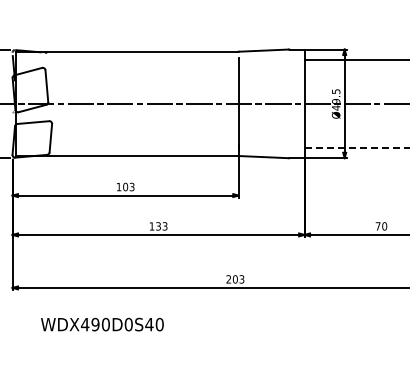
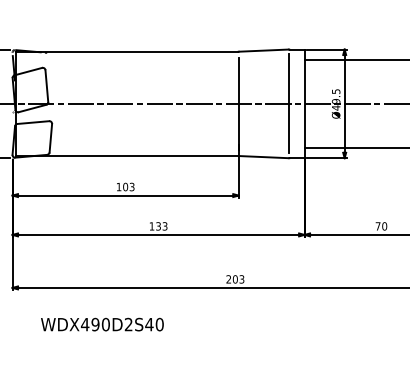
line at (289, 102): none -> present
line at (357, 147): dashed -> solid
text at (128, 324): WDX490D0S40 -> WDX490D2S40
